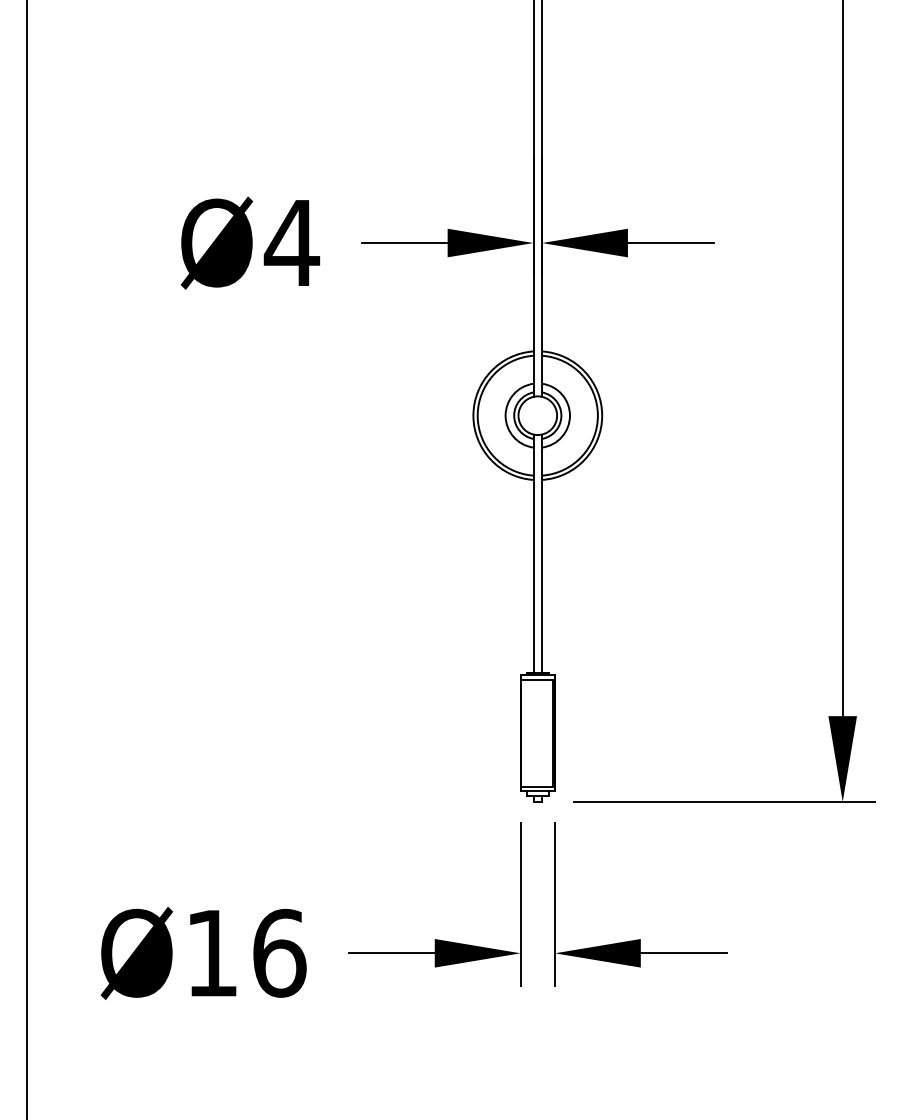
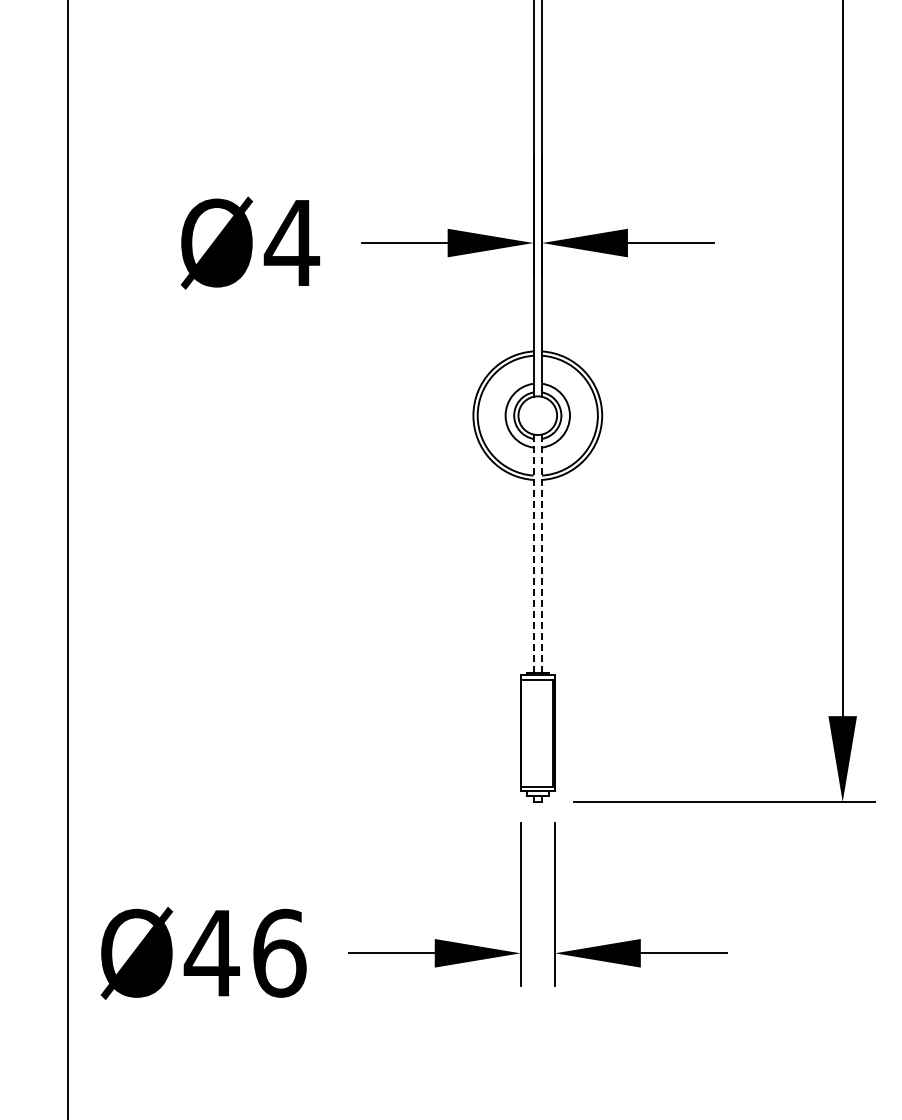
line at (533, 553): solid -> dashed
line at (542, 553): solid -> dashed
line at (27, 559) position: (27, 559) -> (68, 559)
text at (211, 953): Ø16 -> Ø46
